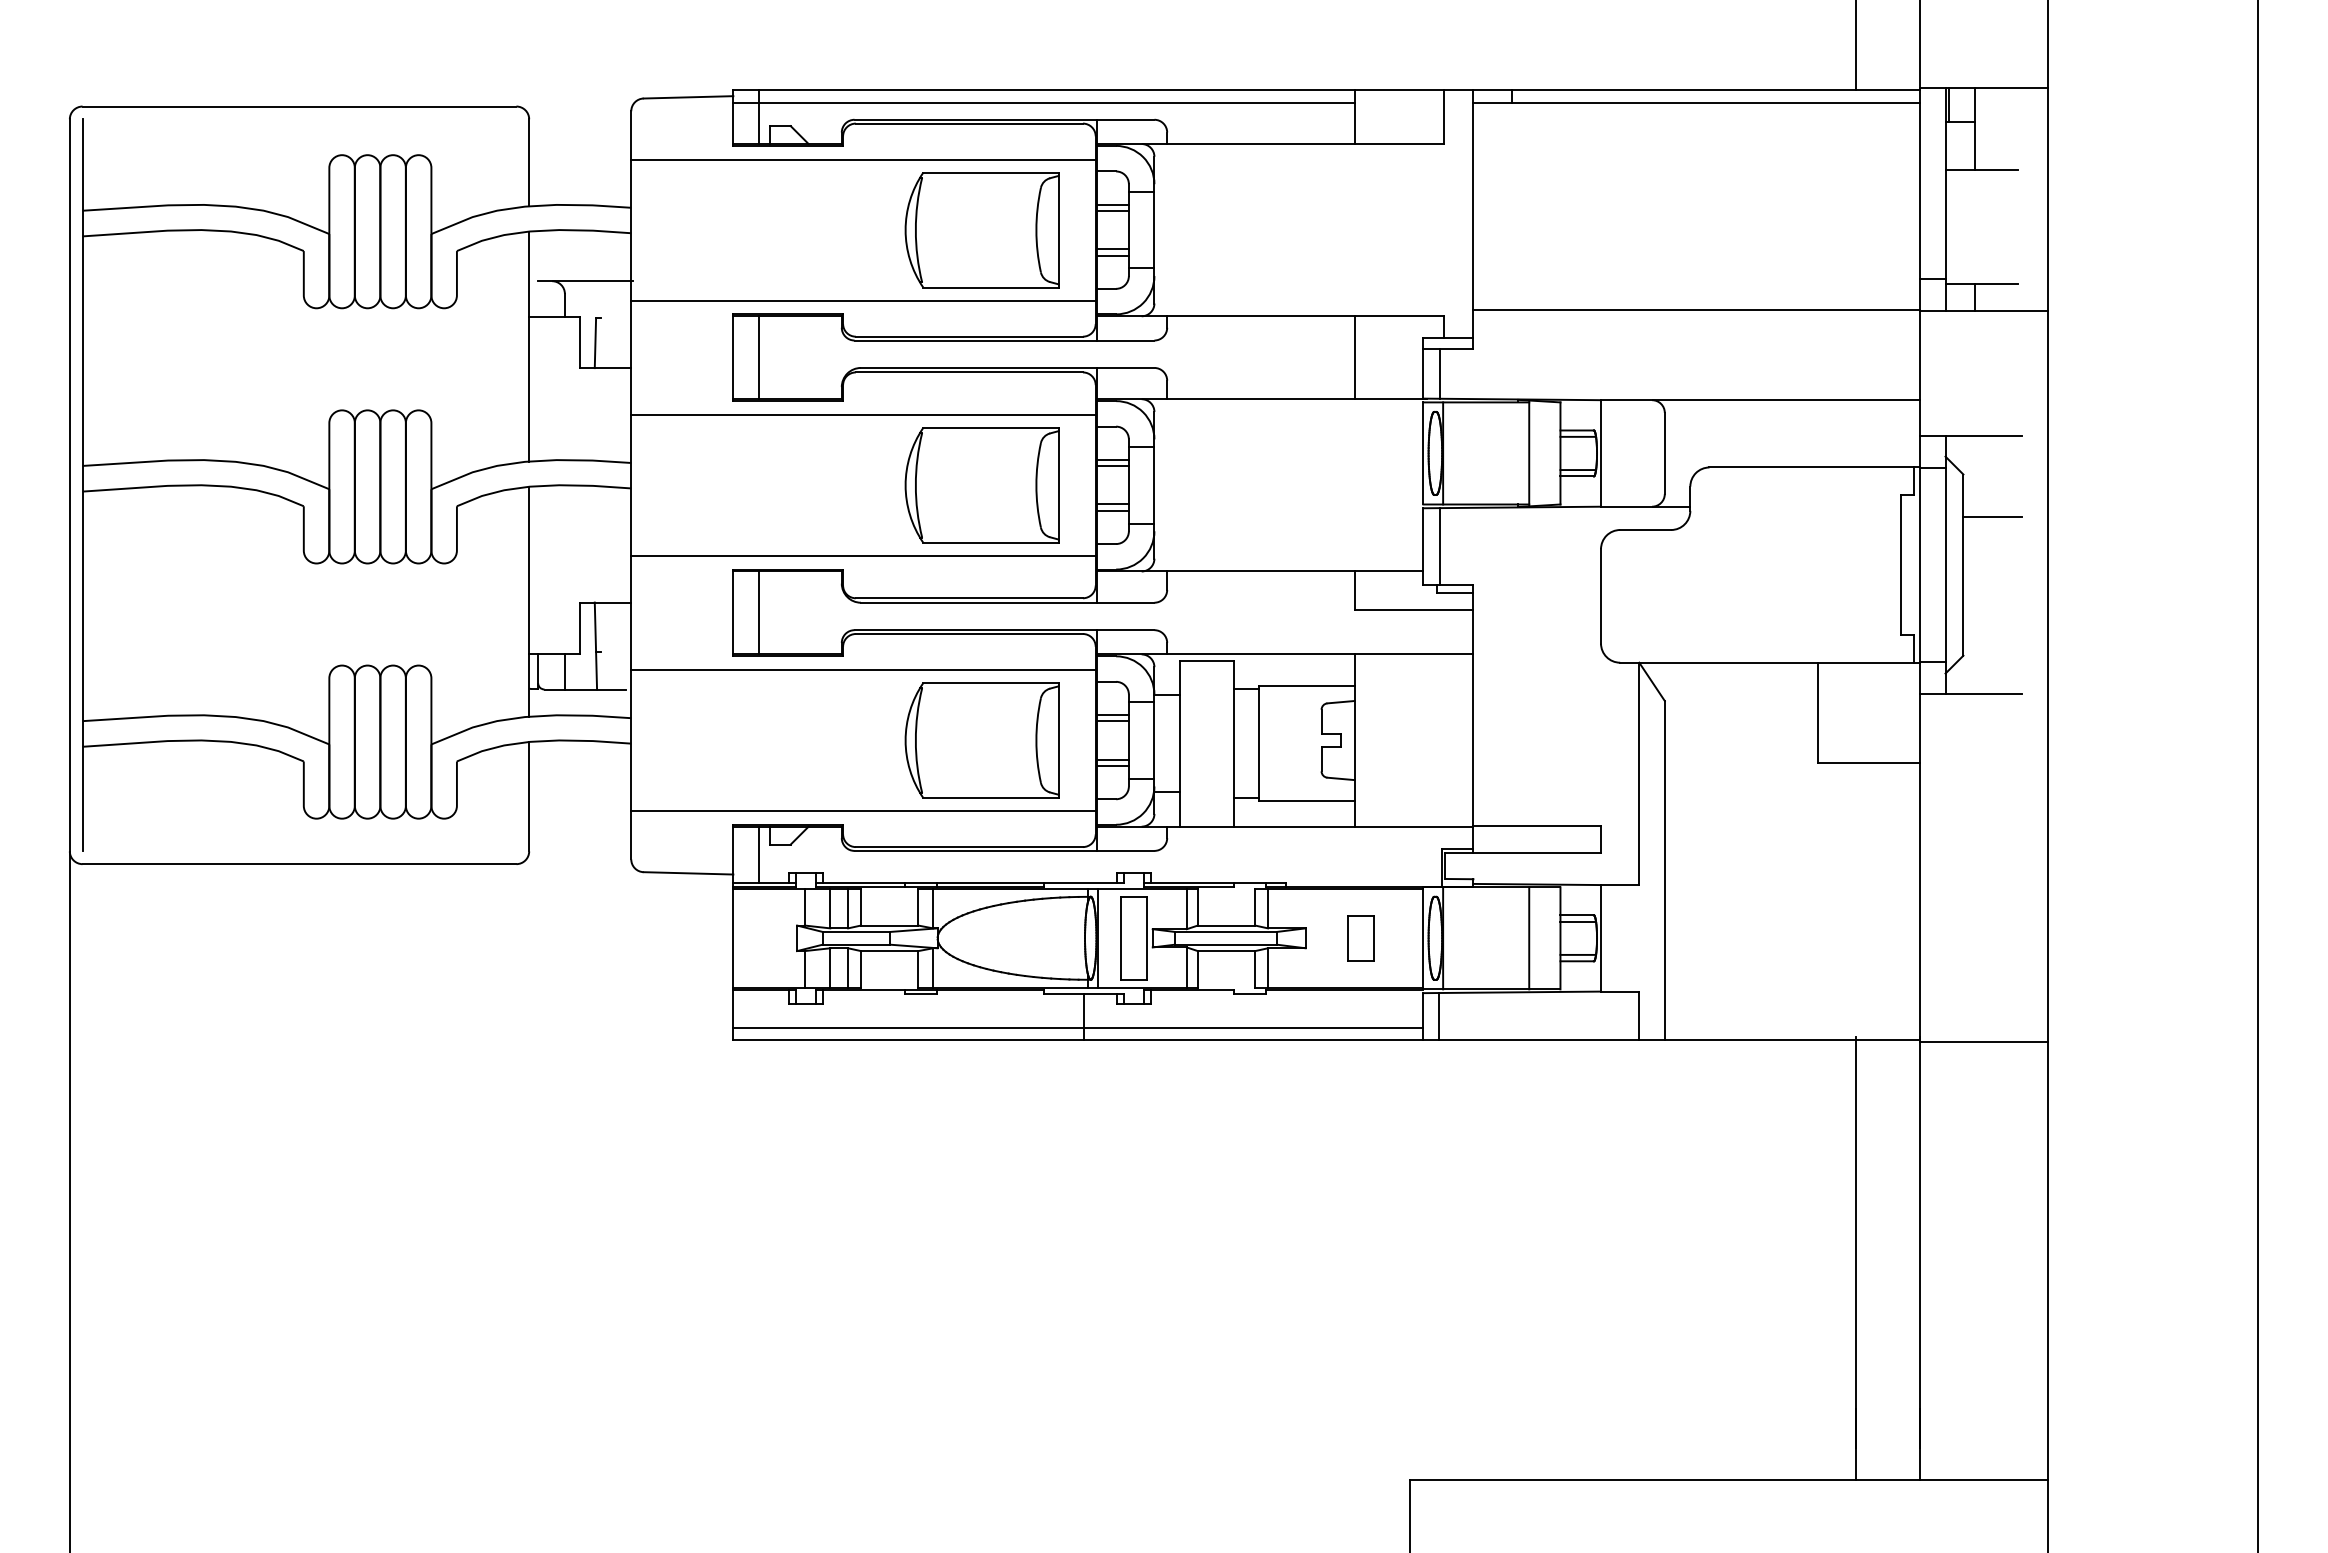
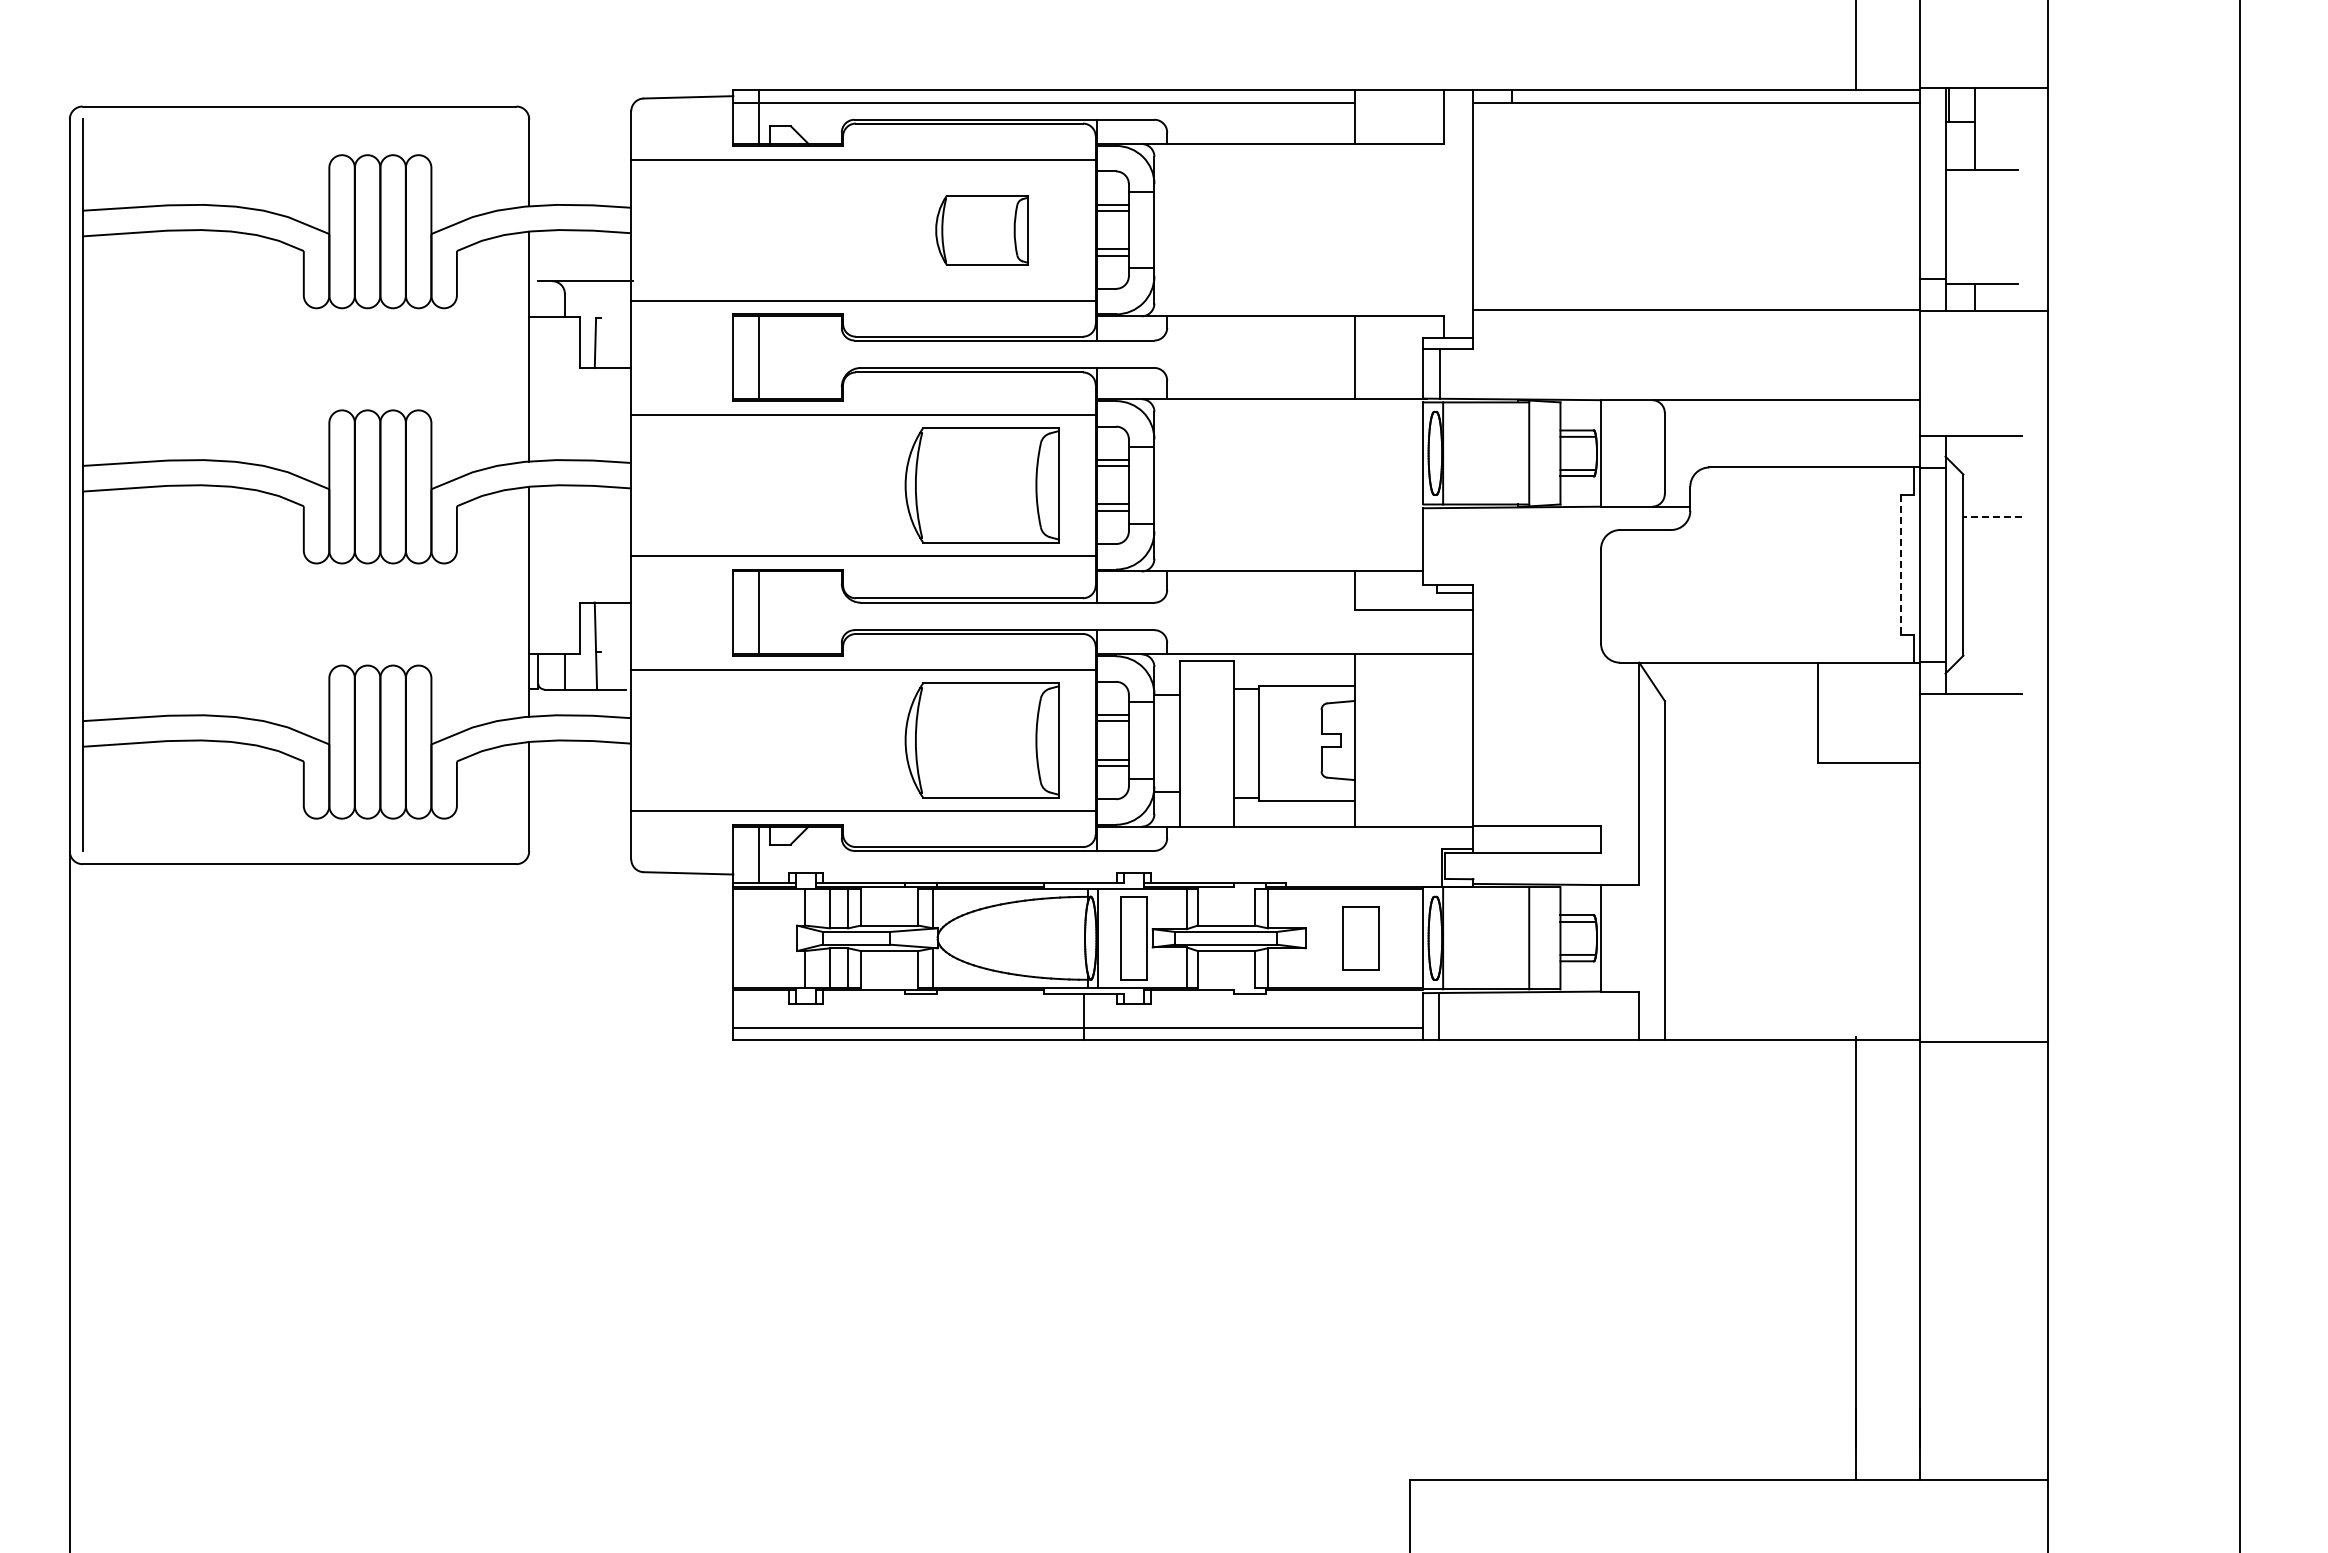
part at (981, 230) size: 156x117 px -> 94x71 px
line at (1992, 517): solid -> dashed
line at (1440, 546): present -> none
line at (1900, 565): solid -> dashed
line at (2258, 775) position: (2258, 775) -> (2240, 775)
part at (1360, 938) size: 28x47 px -> 38x65 px
